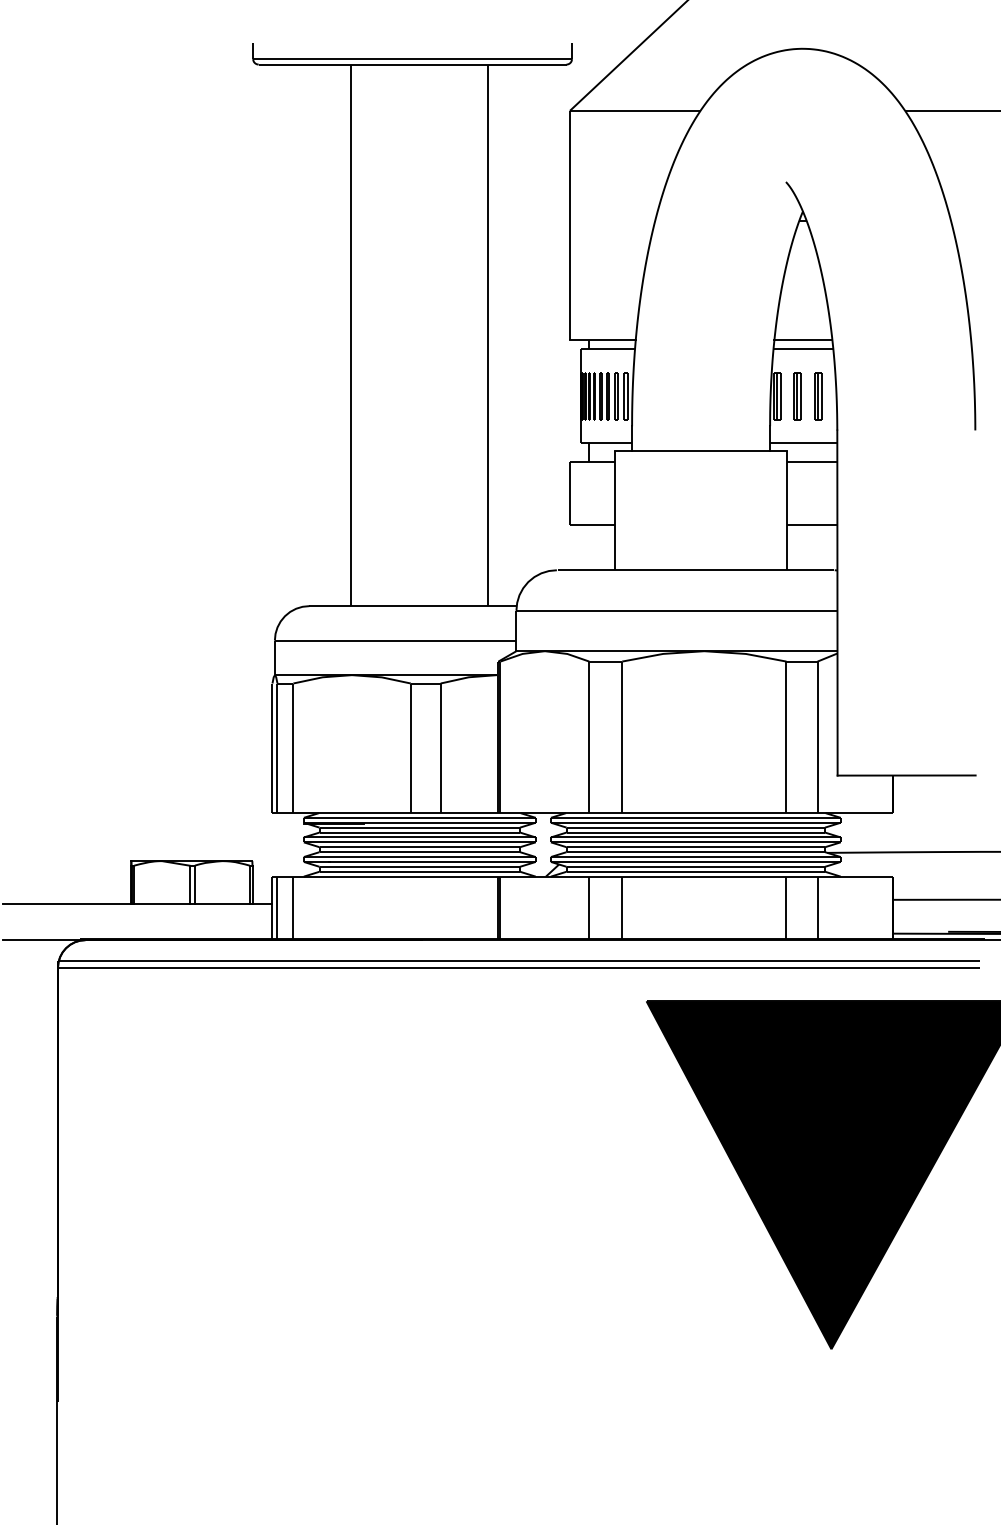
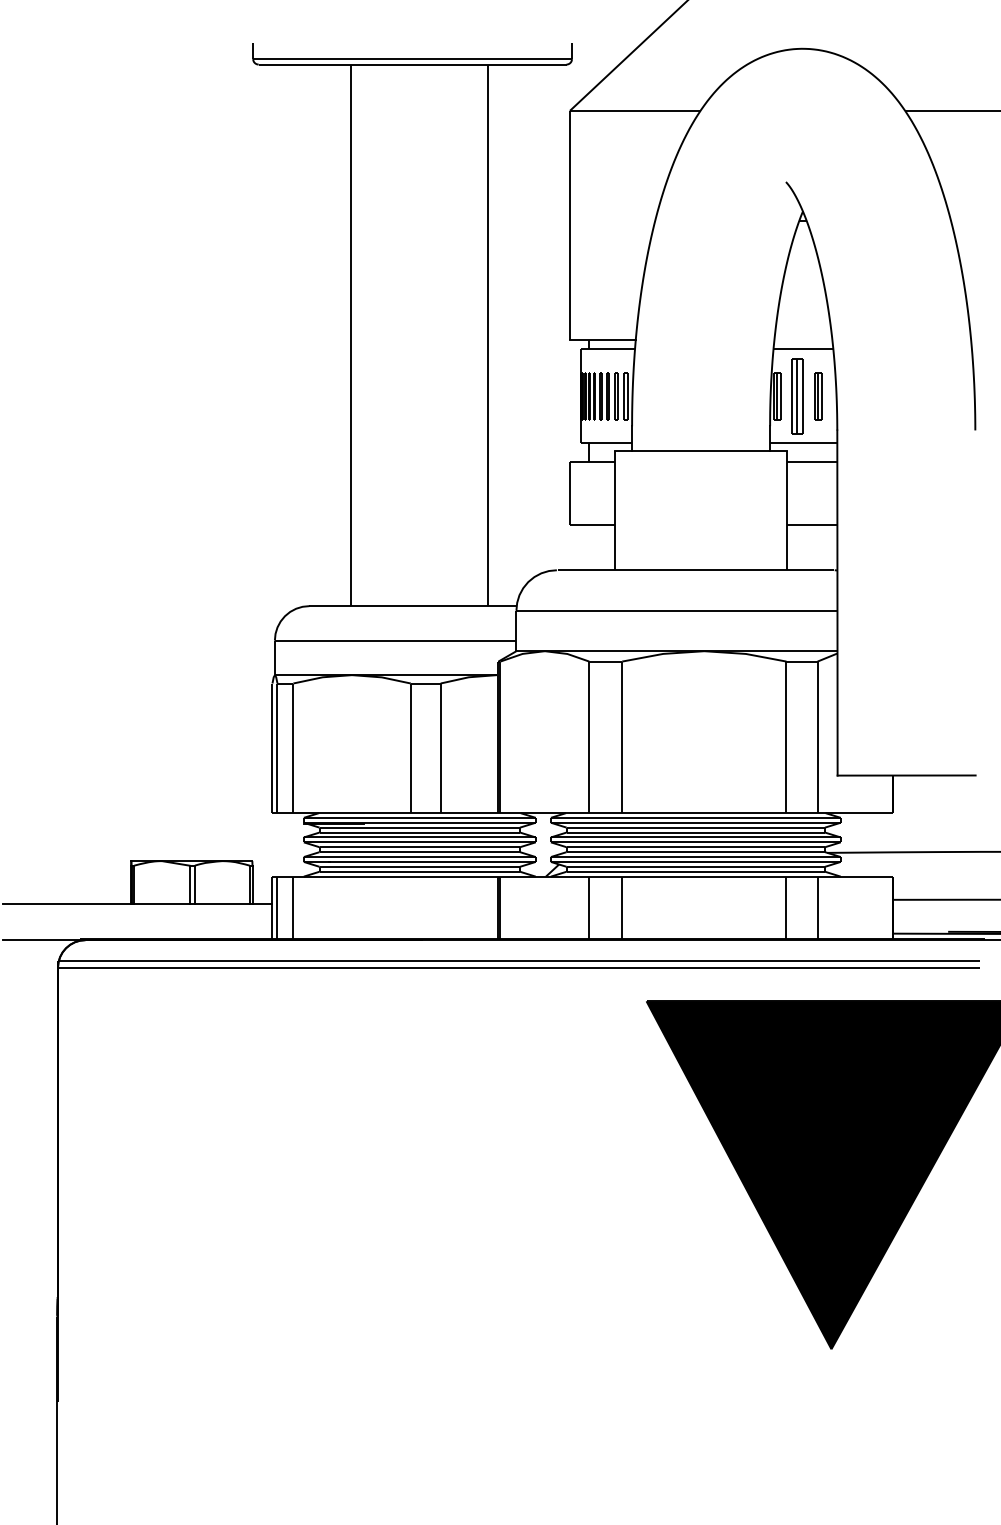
line at (803, 340): present -> none
part at (797, 396) size: 9x49 px -> 13x77 px
